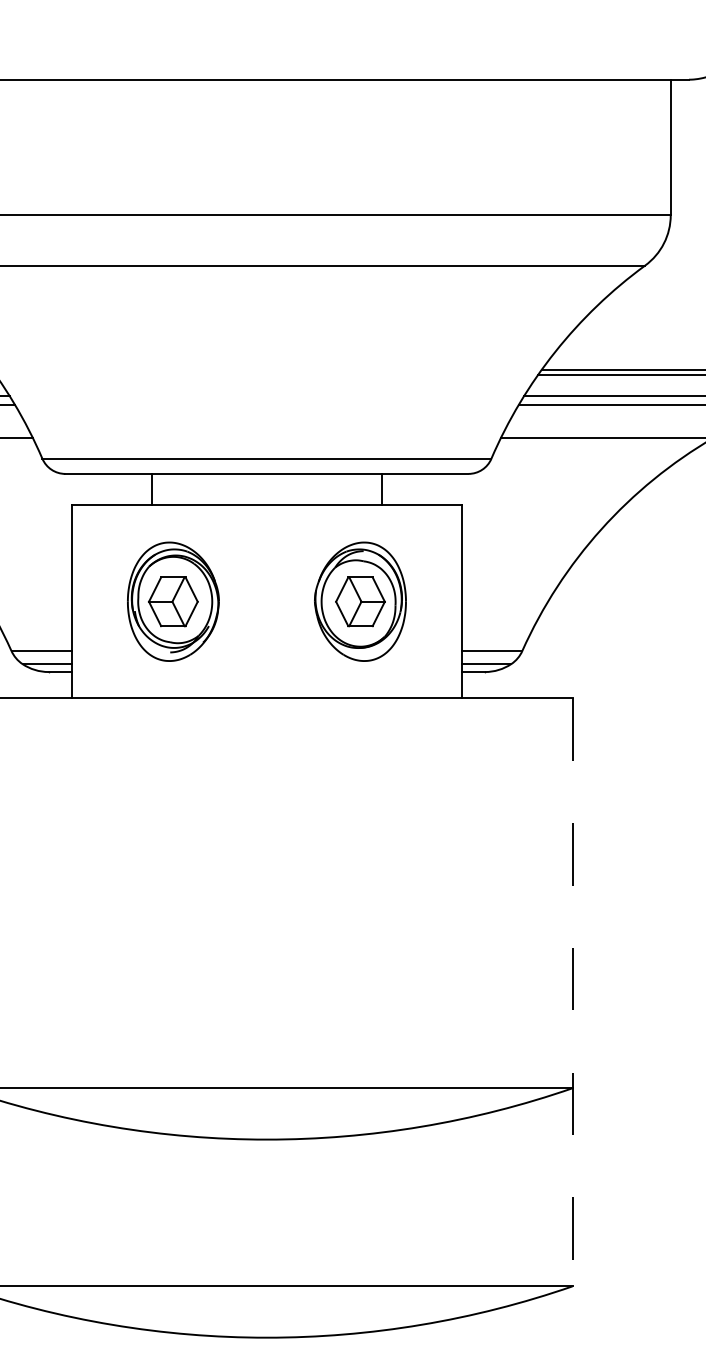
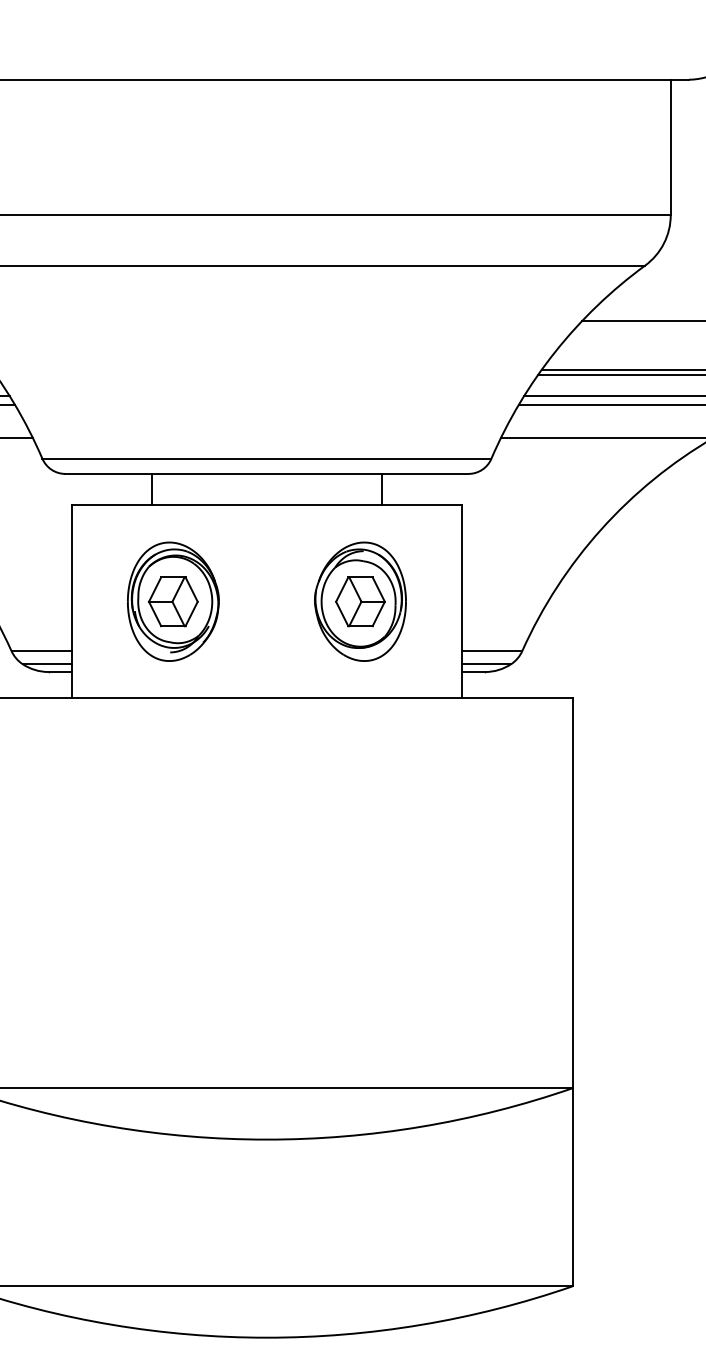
line at (642, 320): none -> present
line at (572, 992): dashed -> solid
